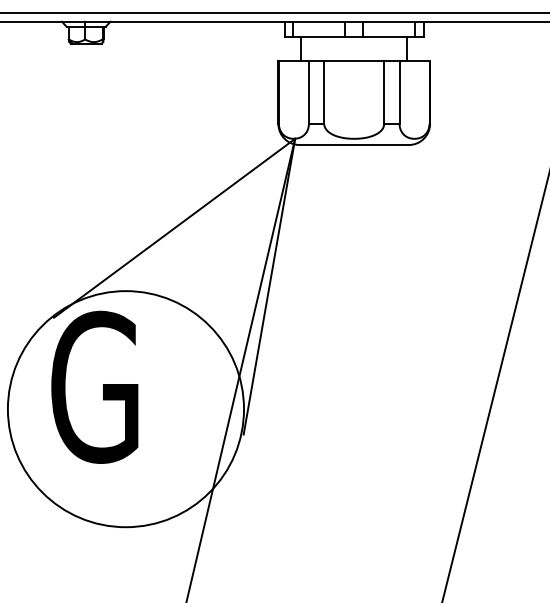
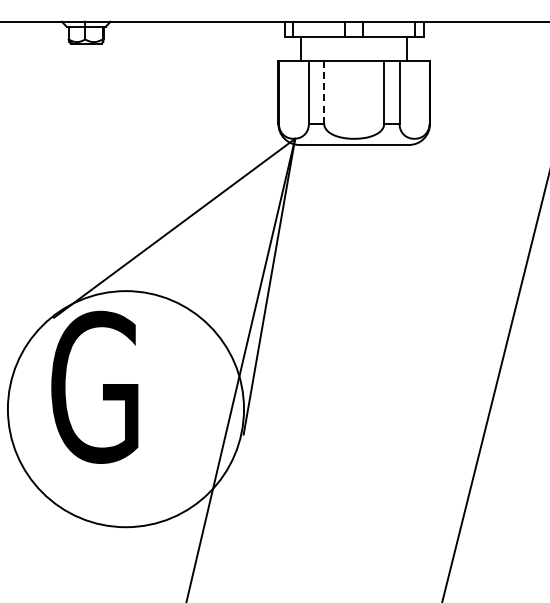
line at (274, 13): present -> none
line at (324, 92): solid -> dashed
